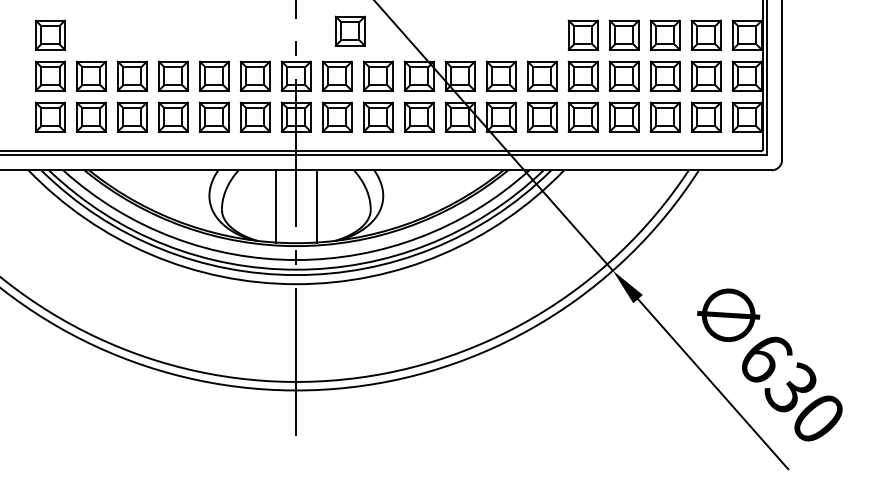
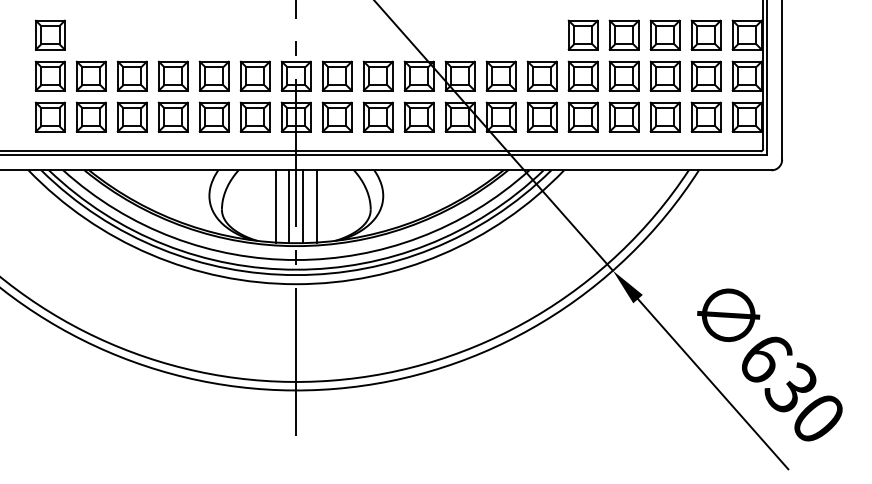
part at (349, 30): present -> none
line at (289, 206): none -> present
line at (303, 206): none -> present
